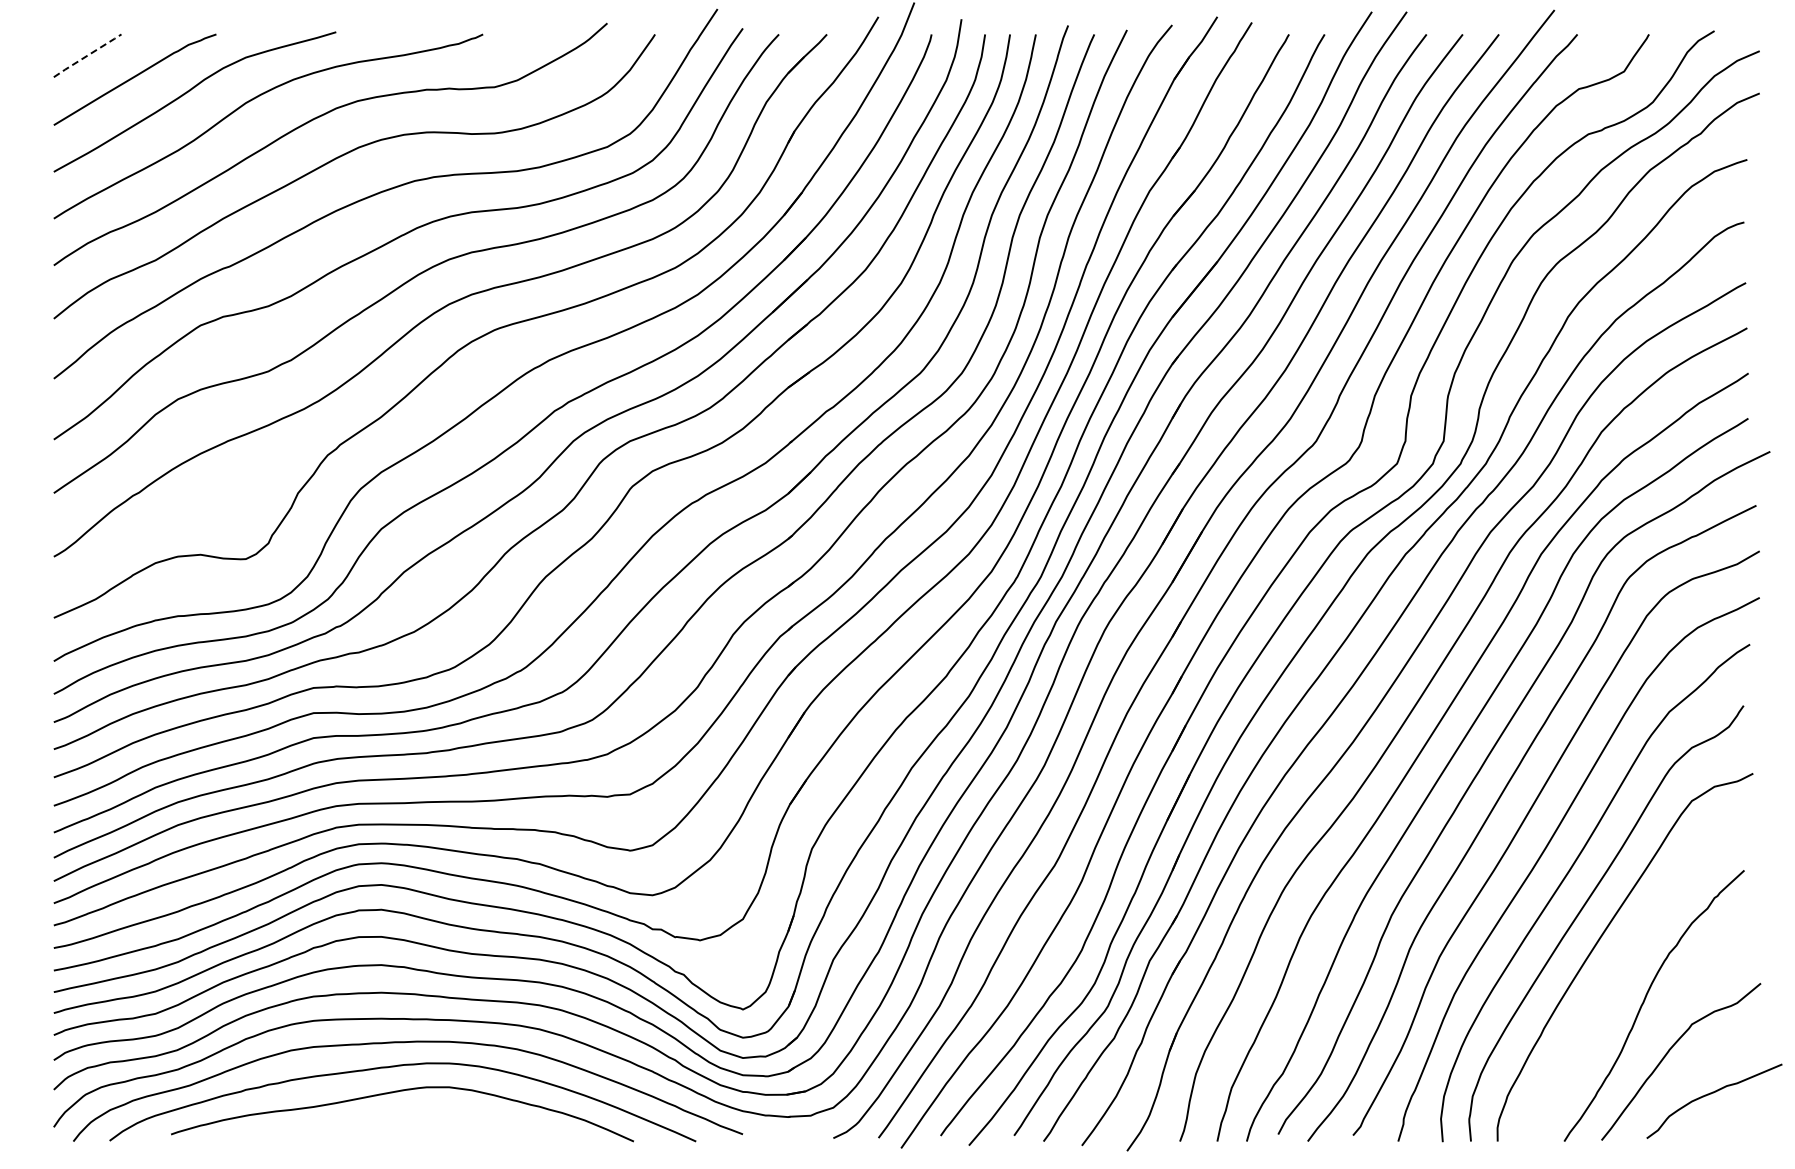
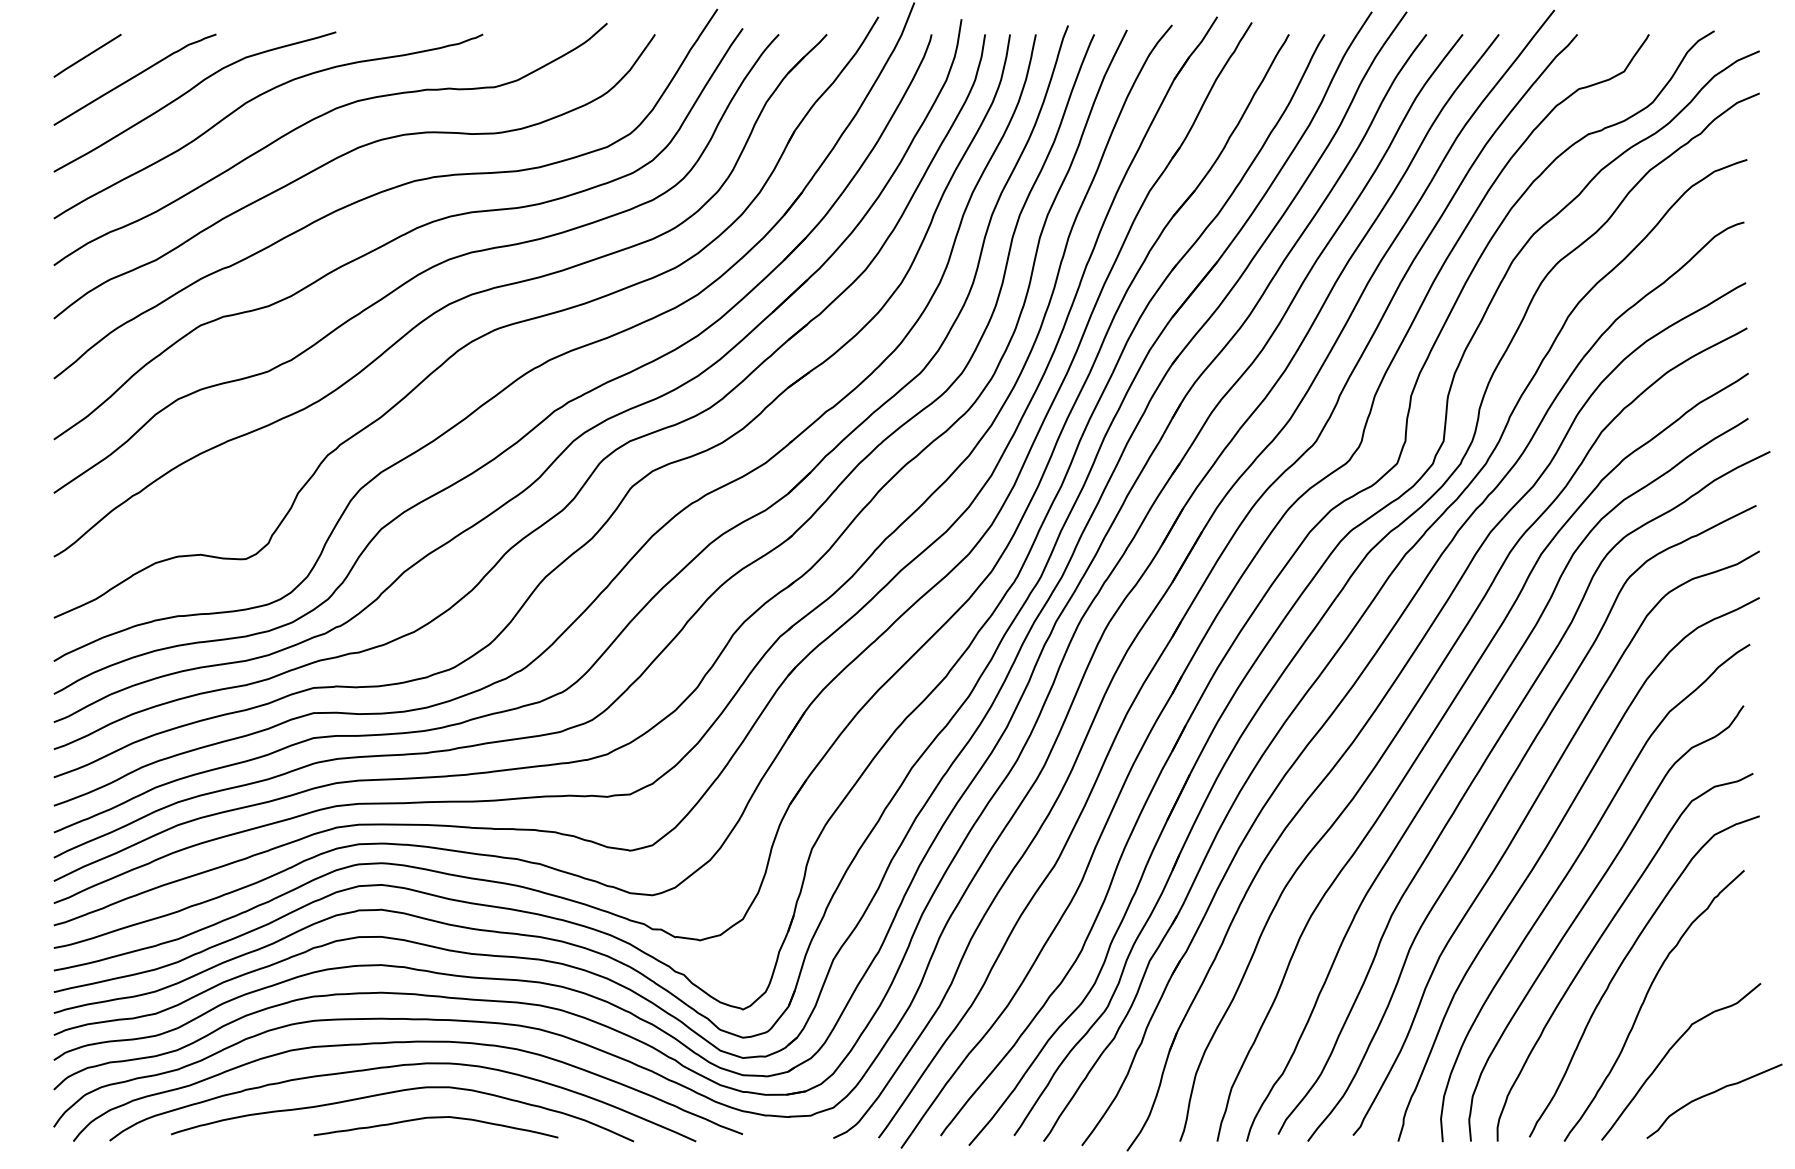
line at (87, 55): dashed -> solid
curve at (1622, 964): none -> present
curve at (435, 1118): none -> present
